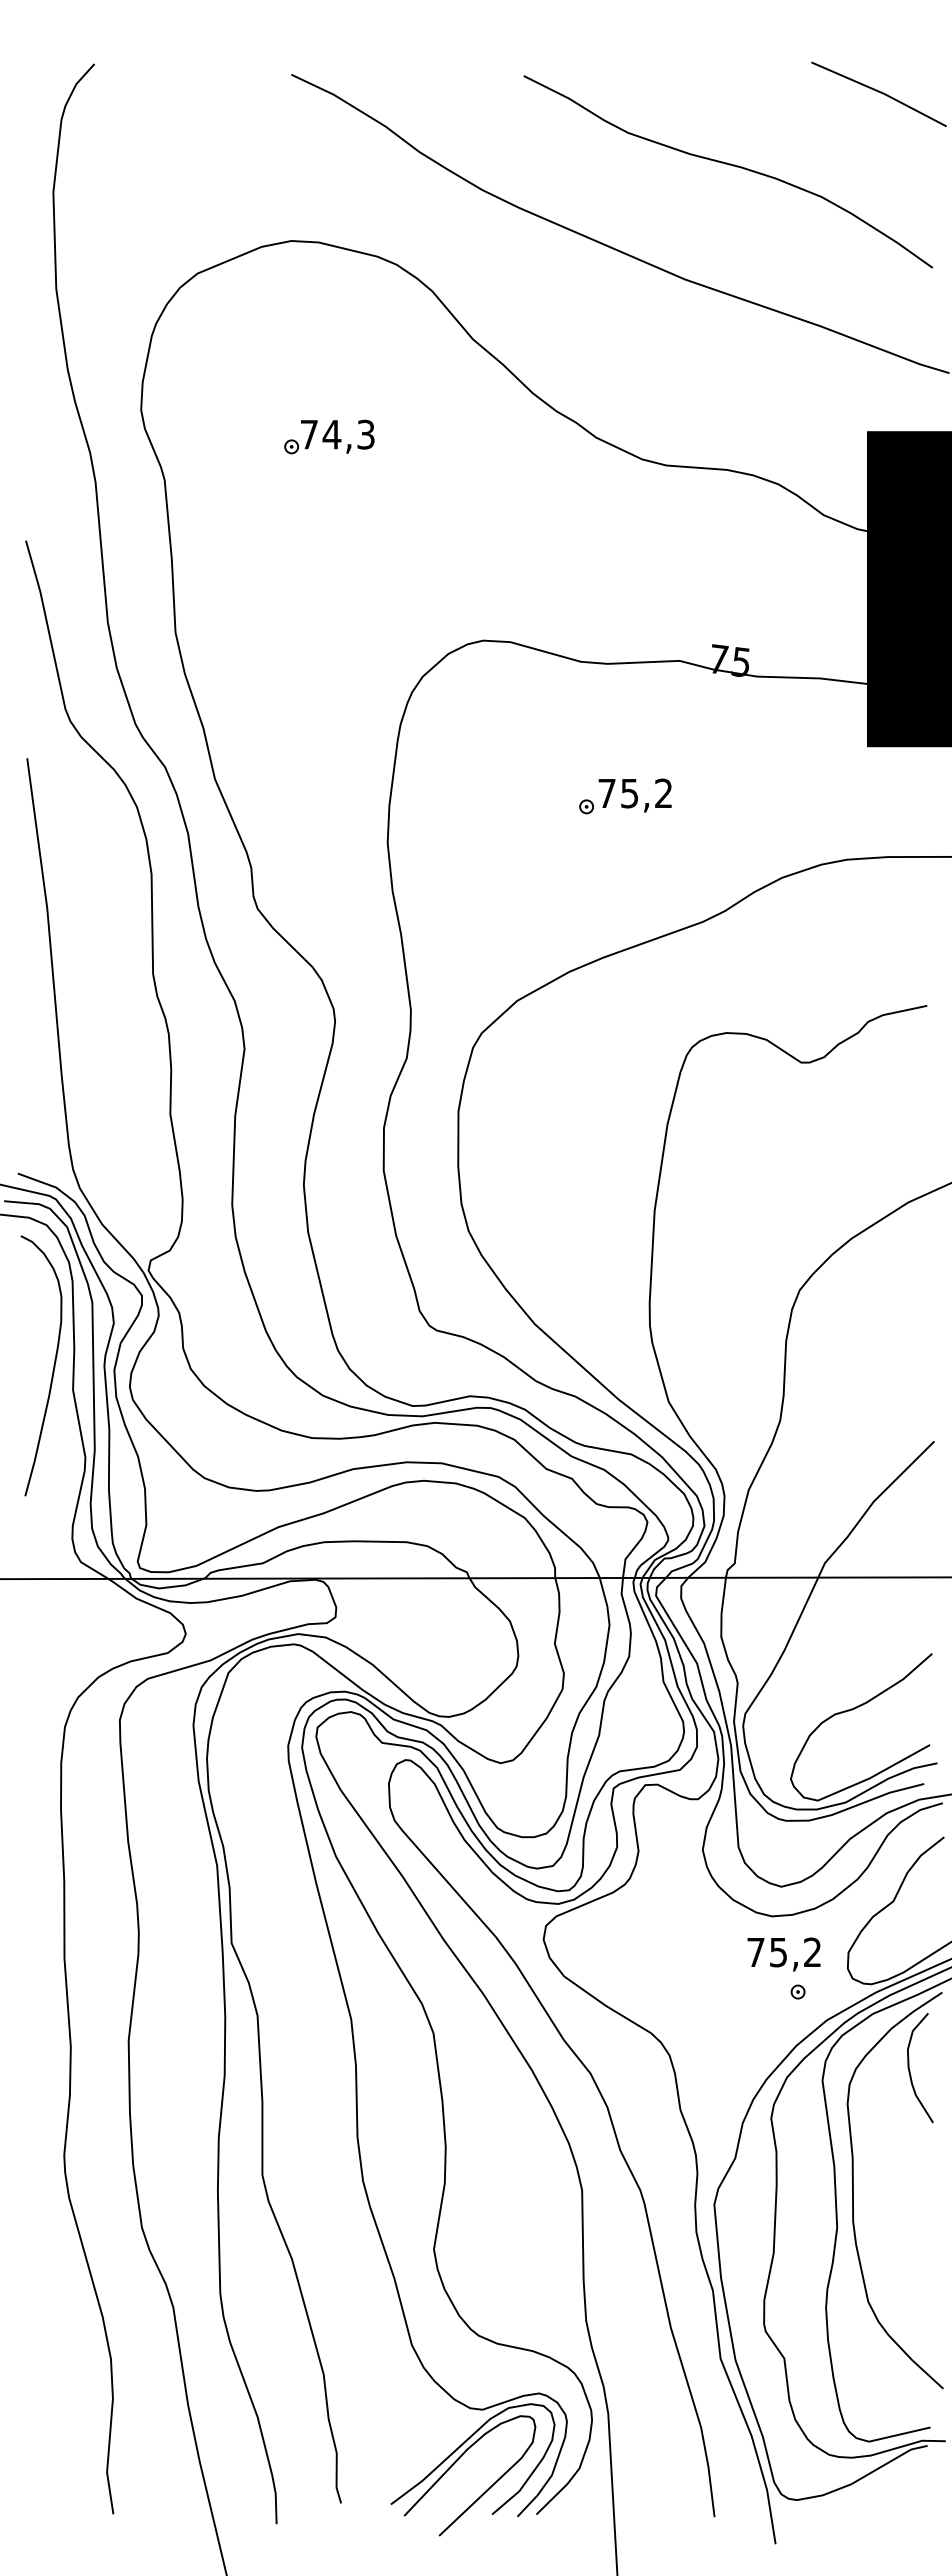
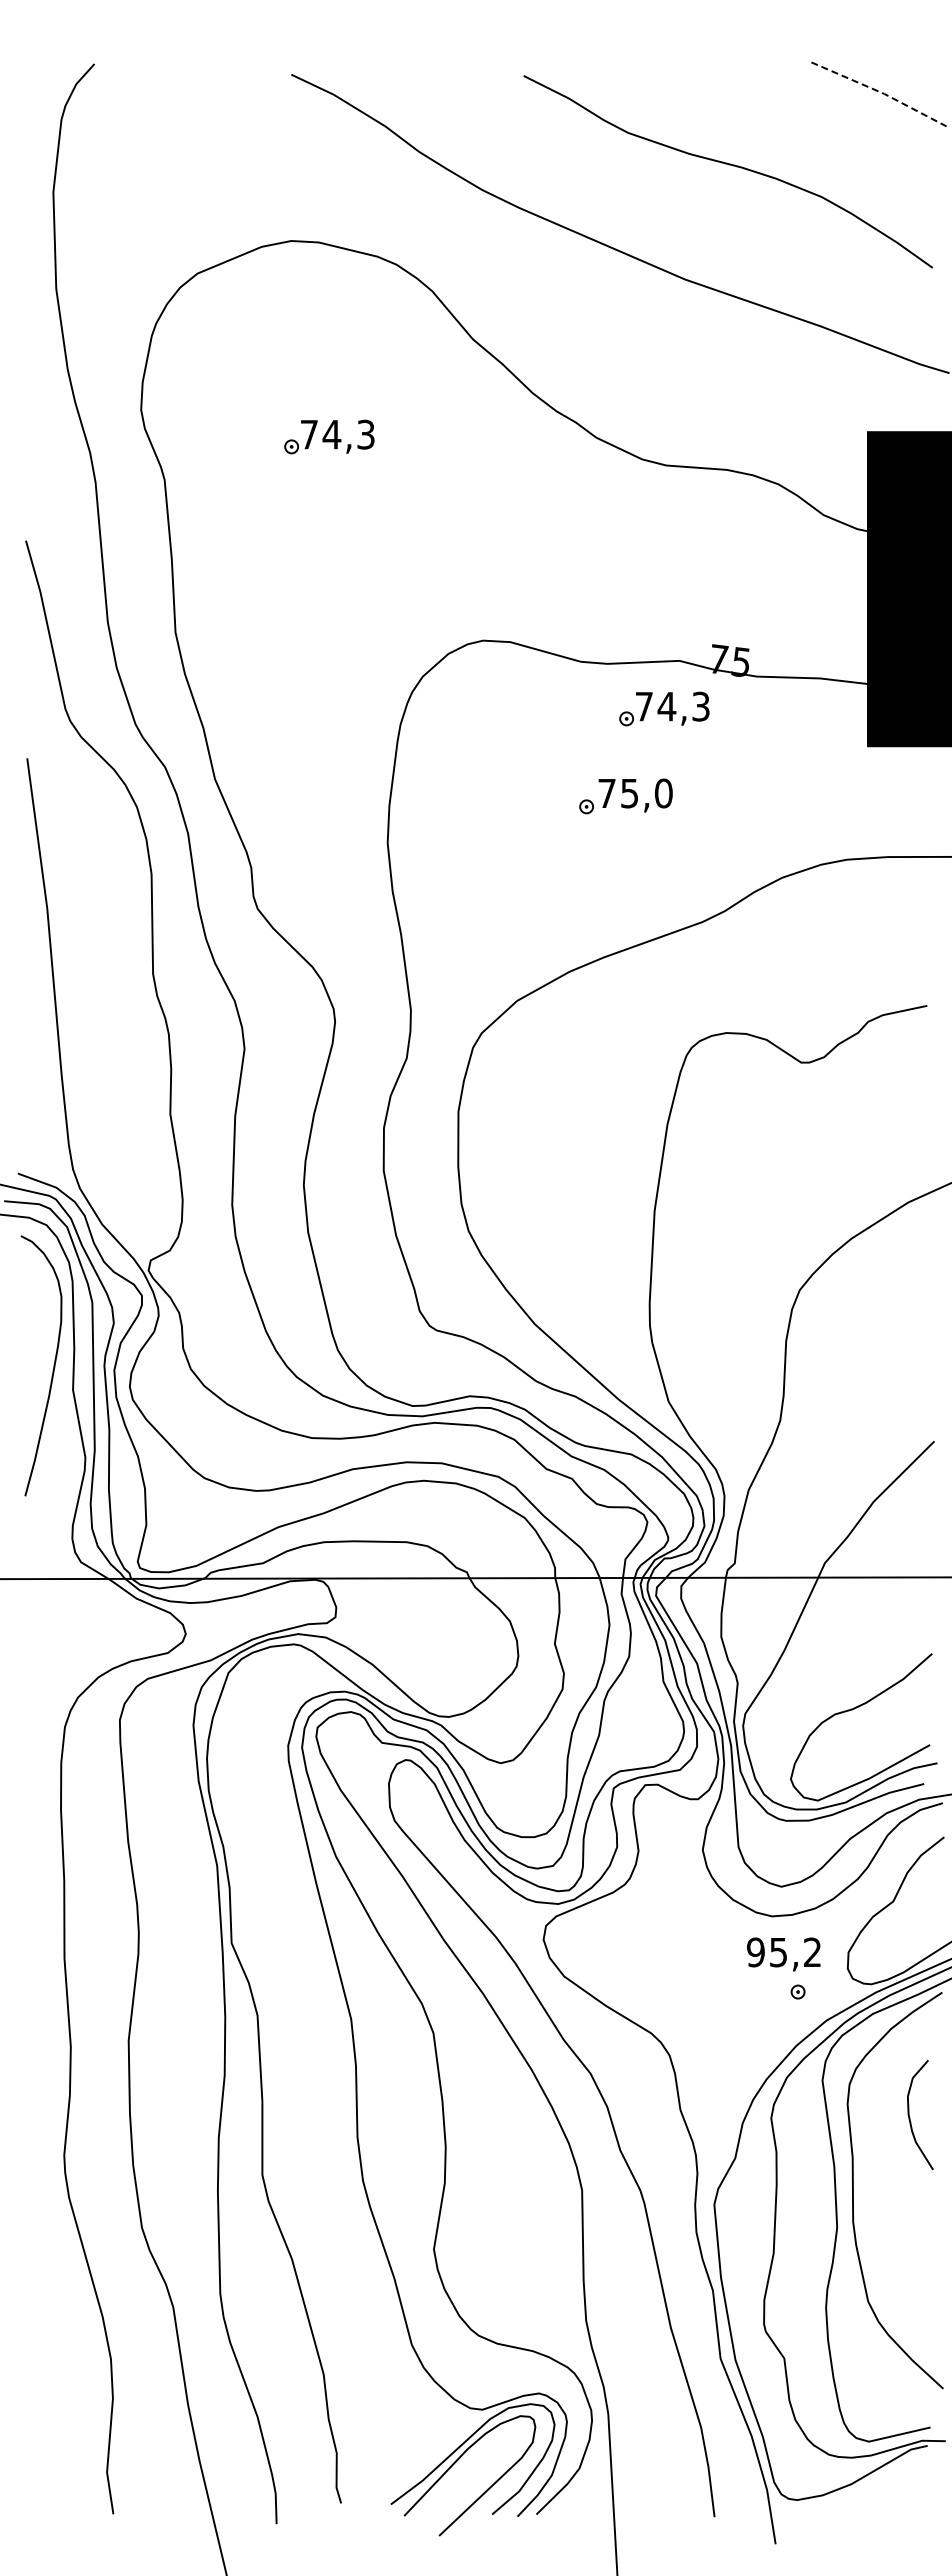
line at (880, 92): solid -> dashed
part at (664, 708): none -> present
text at (663, 793): 75,2 -> 75,0
text at (755, 1952): 75,2 -> 95,2
curve at (910, 2070) position: (910, 2070) -> (910, 2117)
